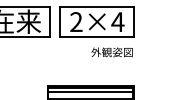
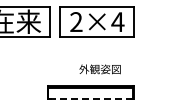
text at (111, 52) position: (111, 52) -> (99, 69)
line at (90, 91): present -> none
line at (90, 98): solid -> dashed
